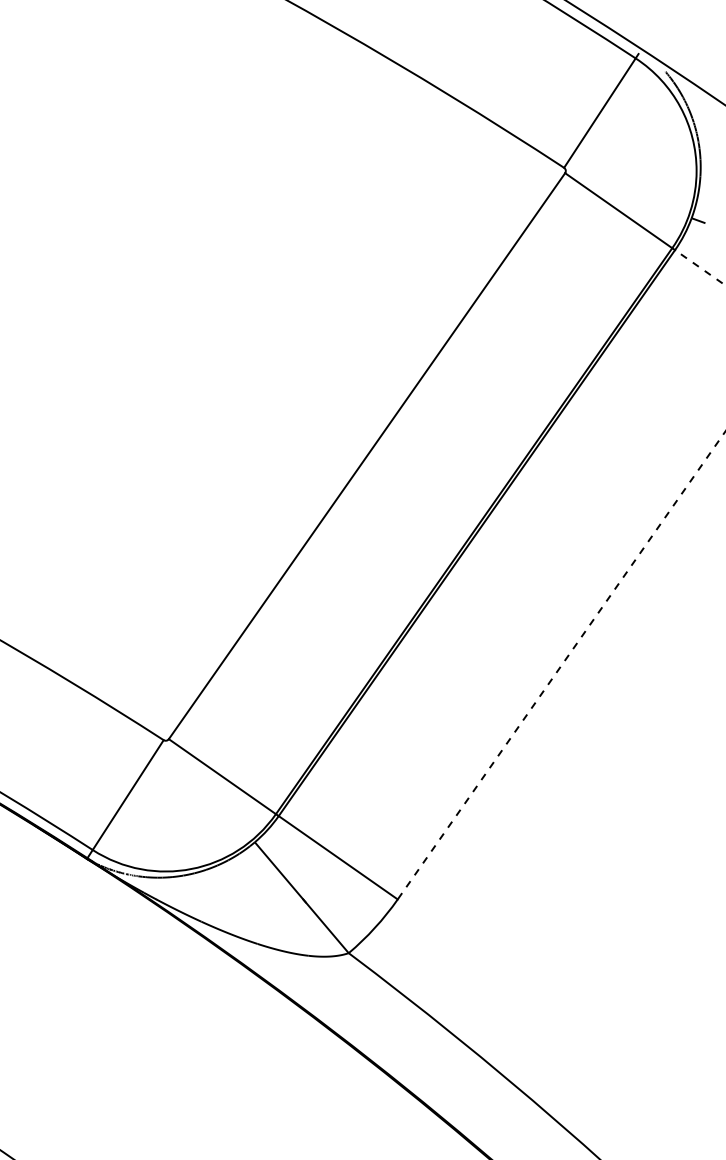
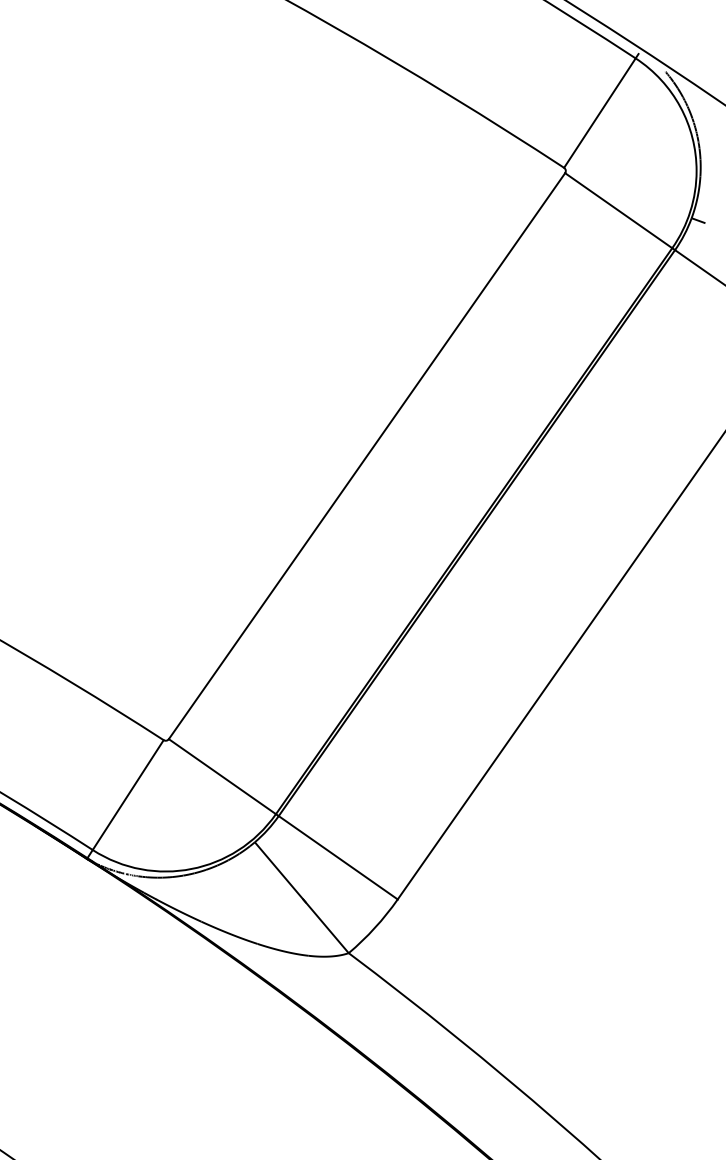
line at (700, 267): dashed -> solid
line at (561, 665): dashed -> solid
